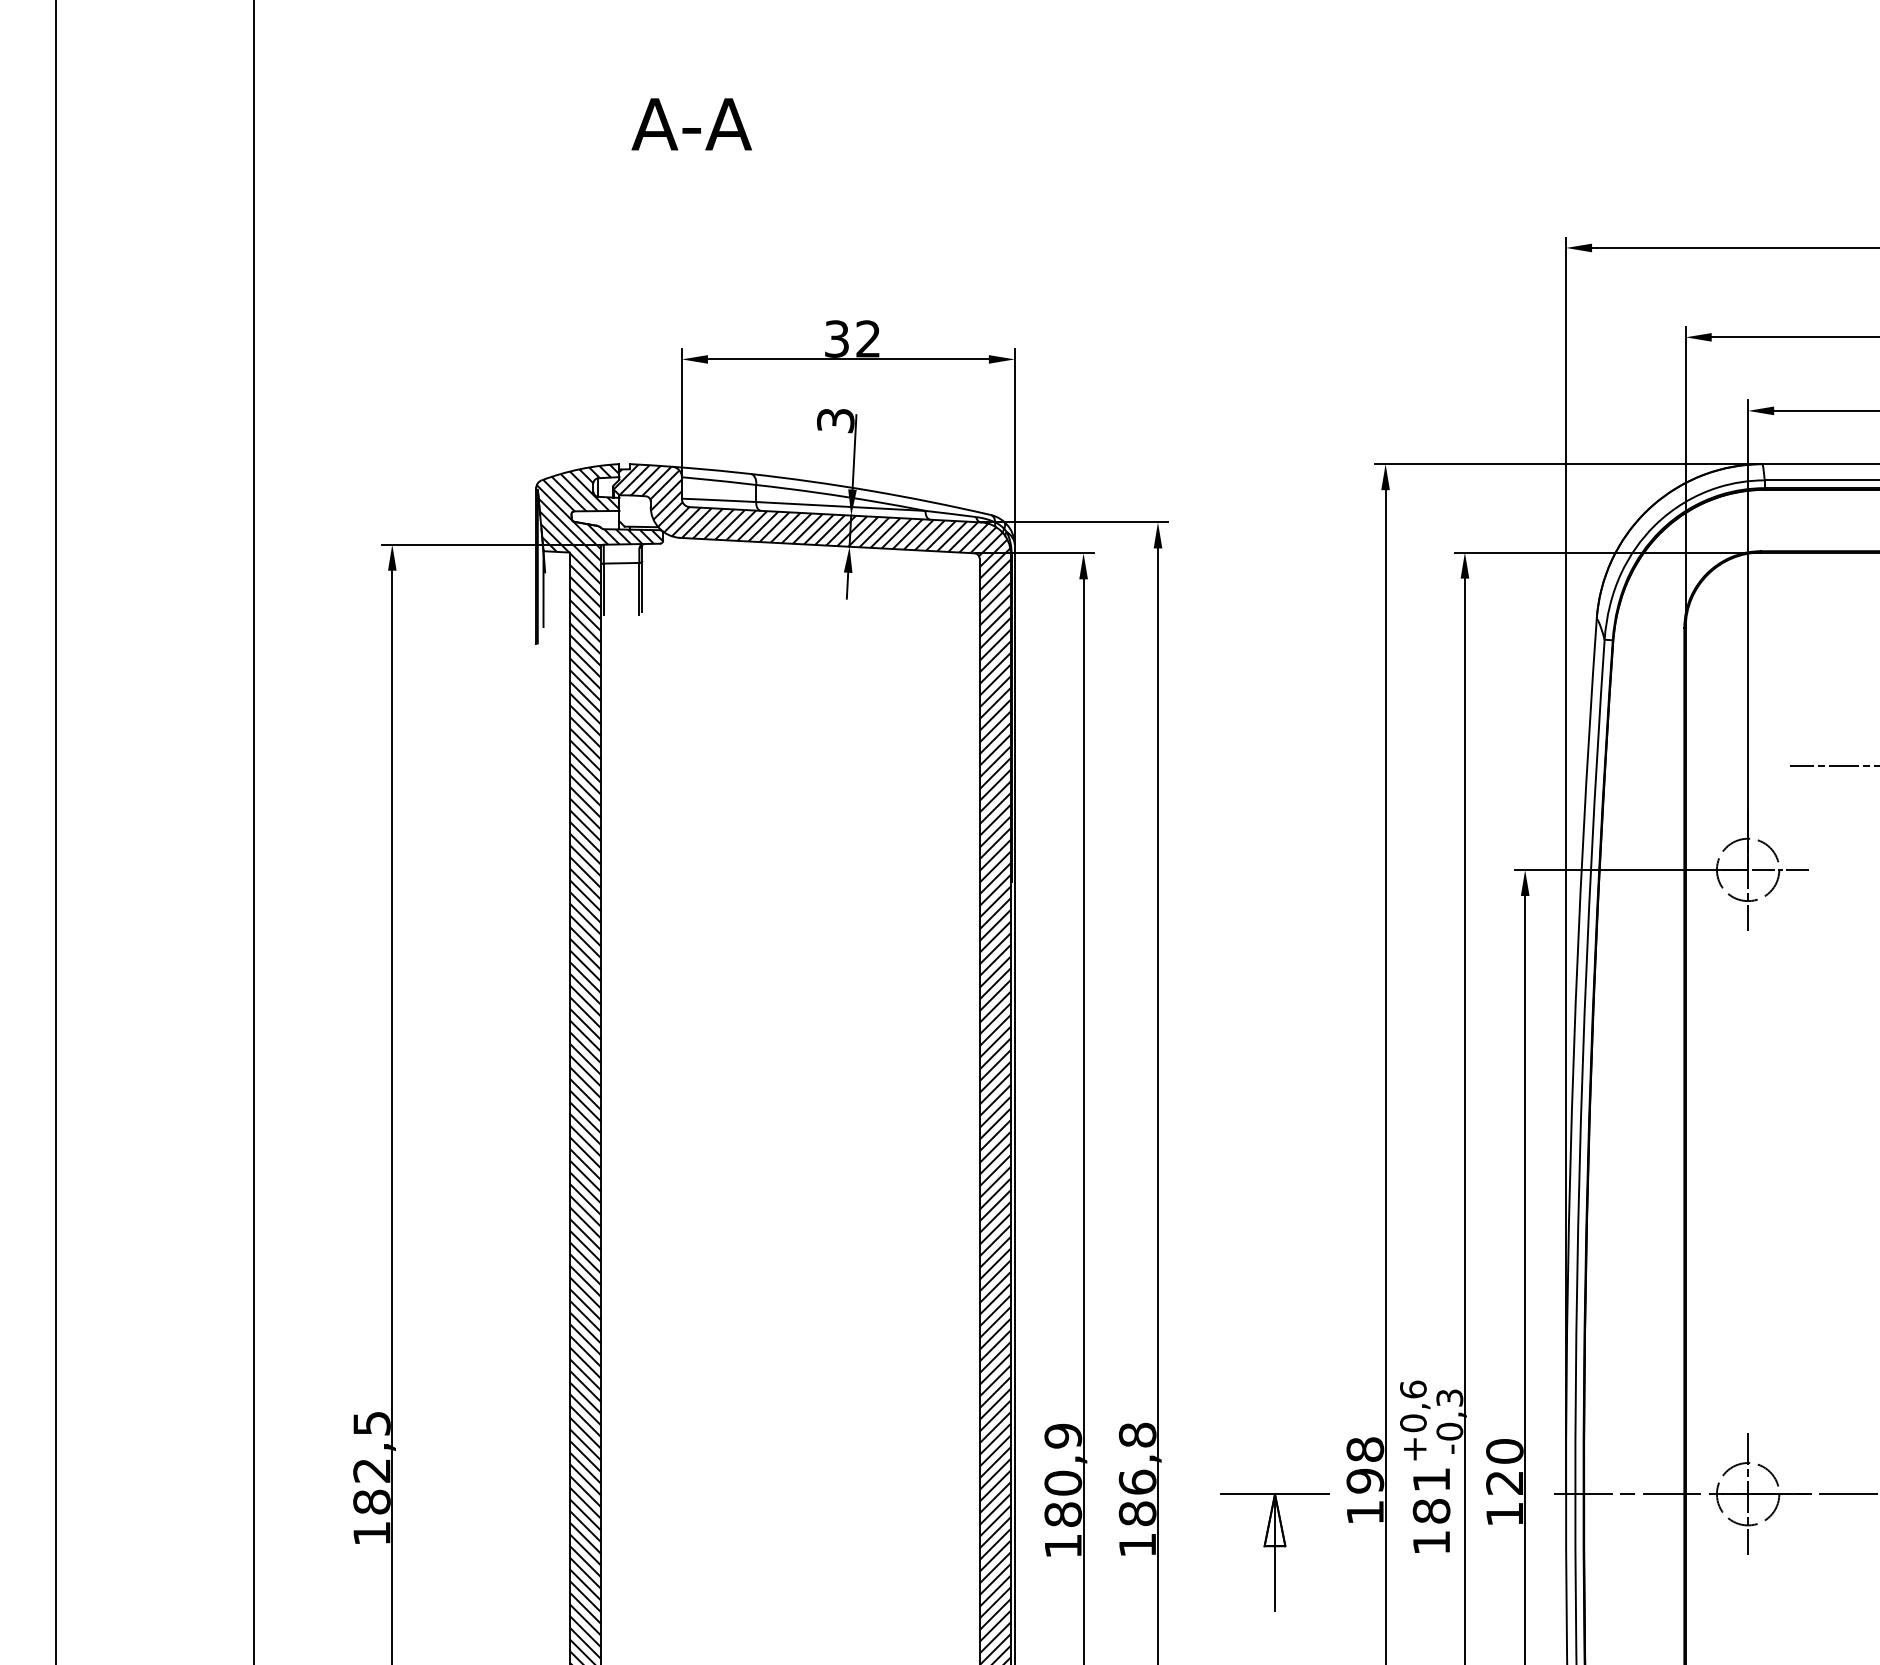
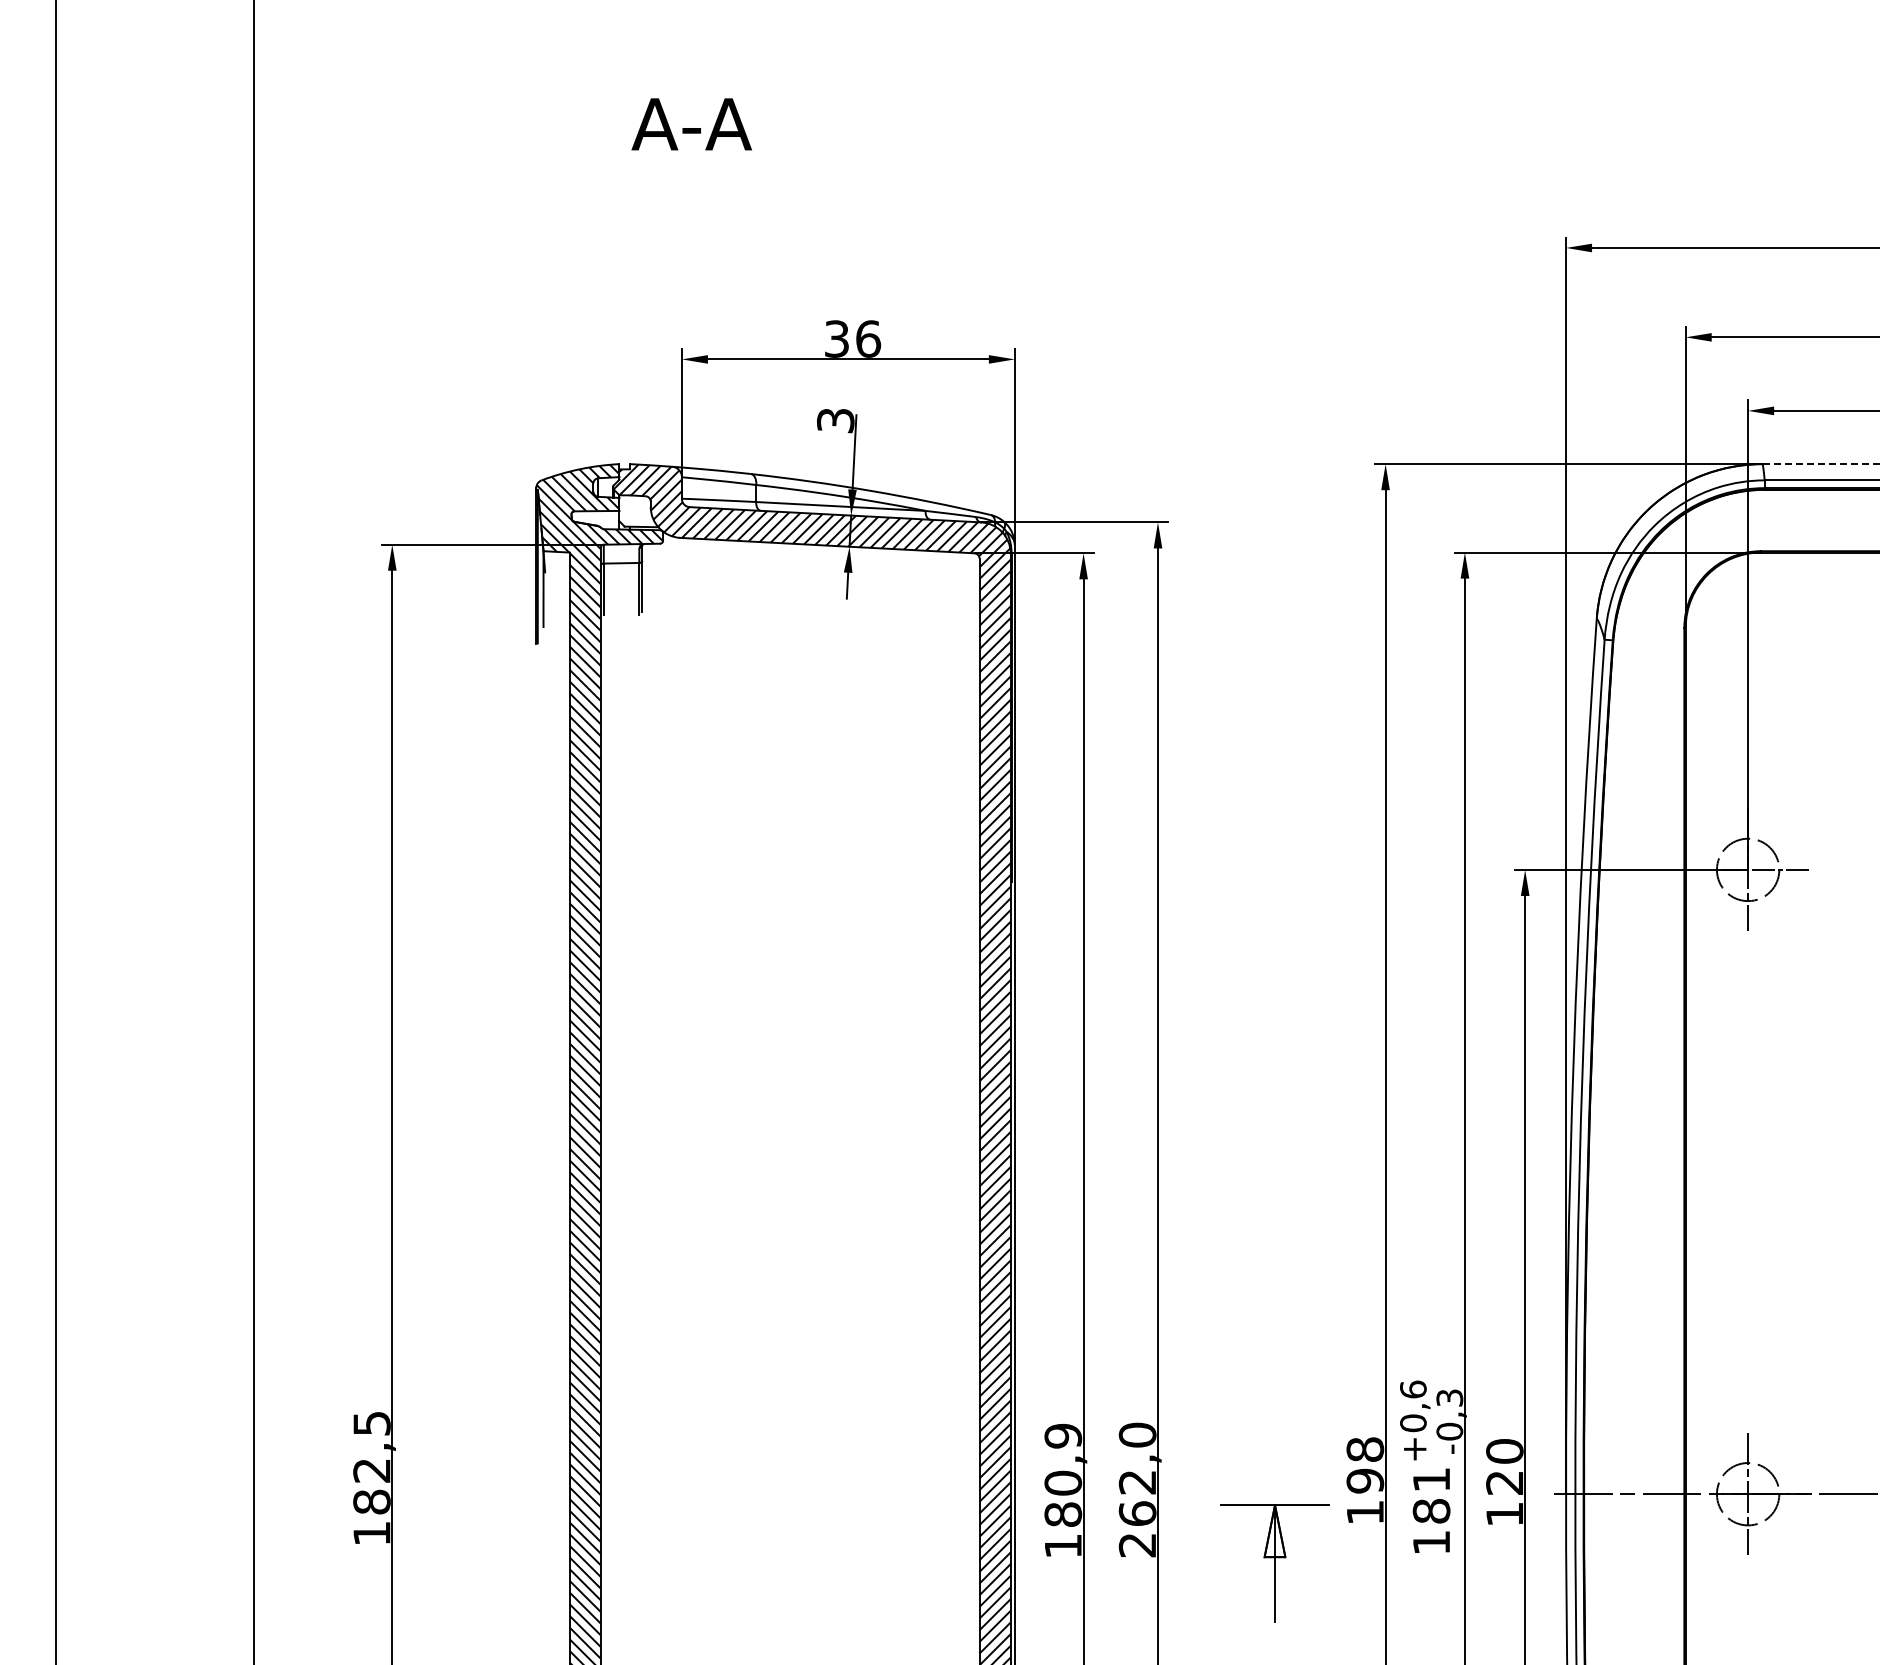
text at (868, 338): 32 -> 36
line at (1821, 464): solid -> dashed
line at (1832, 765): present -> none
text at (1137, 1489): 186,8 -> 262,0
part at (1274, 1552) position: (1274, 1552) -> (1274, 1563)
